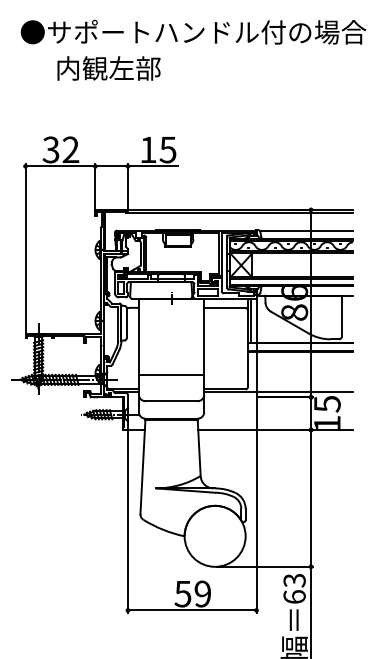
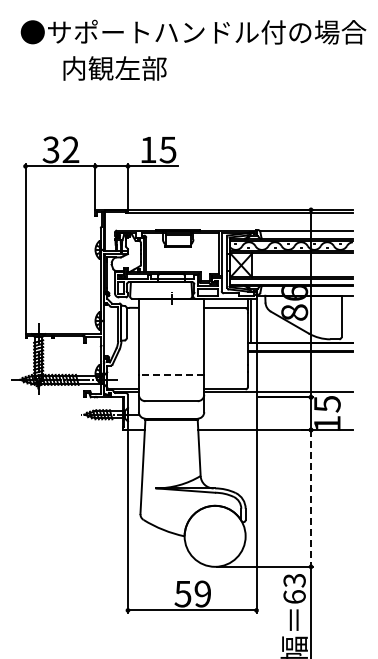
text at (108, 68) position: (108, 68) -> (114, 68)
line at (171, 375): solid -> dashed
line at (311, 498): solid -> dashed
